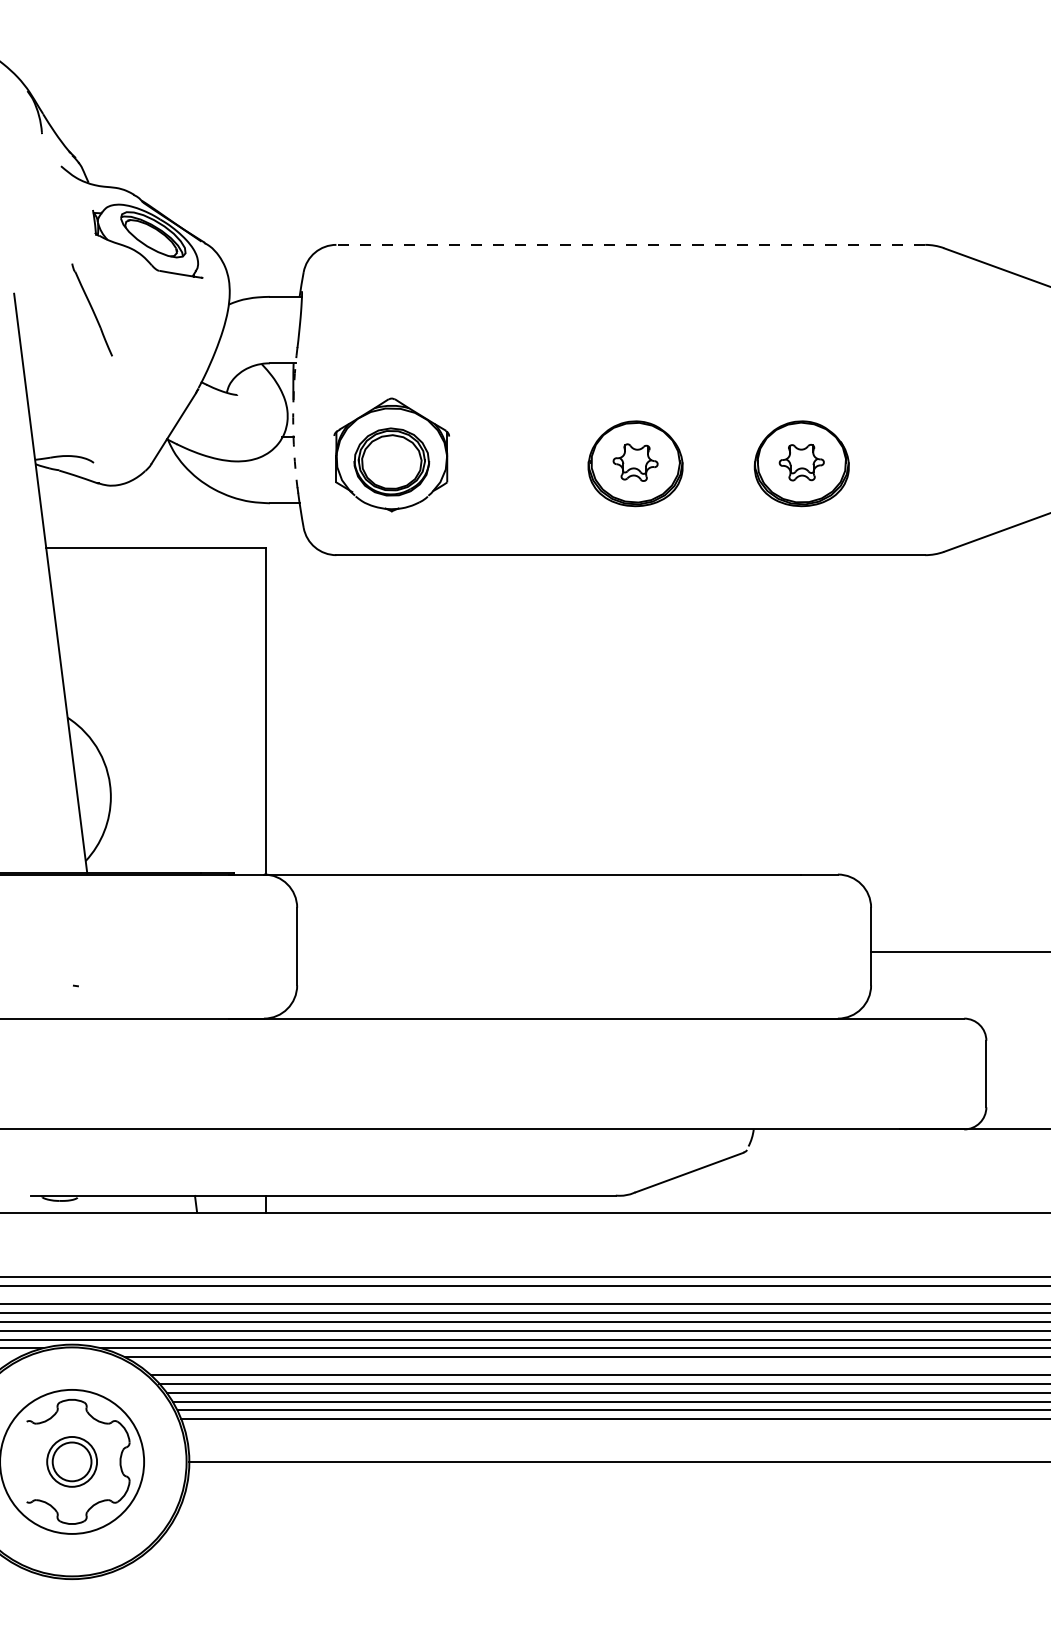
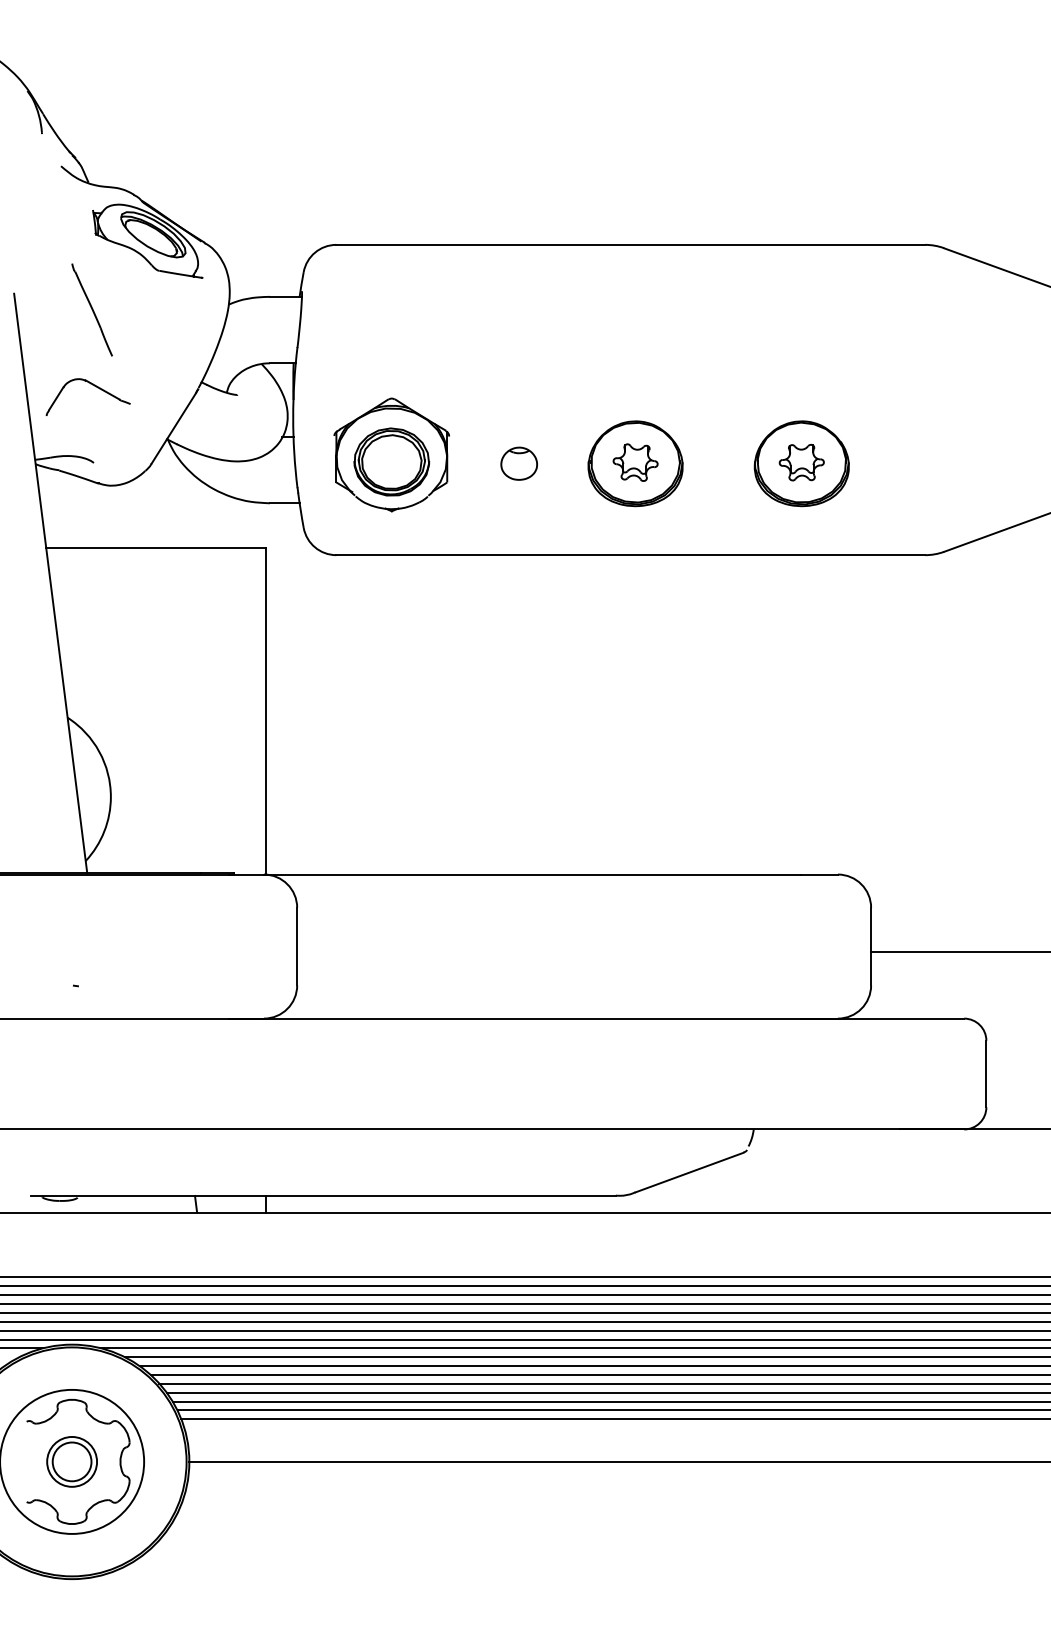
line at (630, 244): dashed -> solid
part at (92, 385): none -> present
arc at (293, 417): dashed -> solid
part at (518, 463): none -> present
line at (524, 1295): none -> present
line at (593, 1366): none -> present
